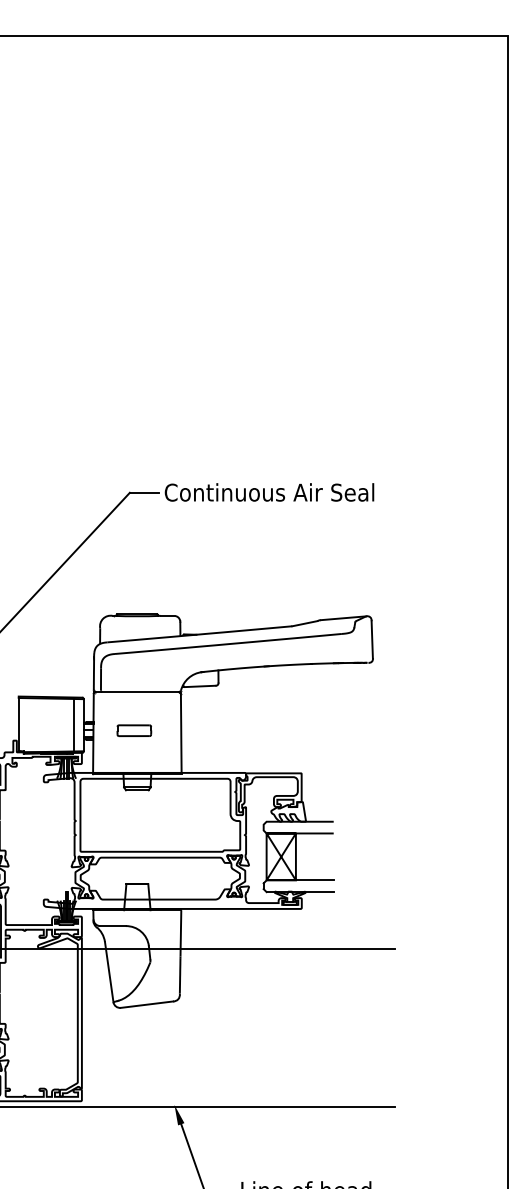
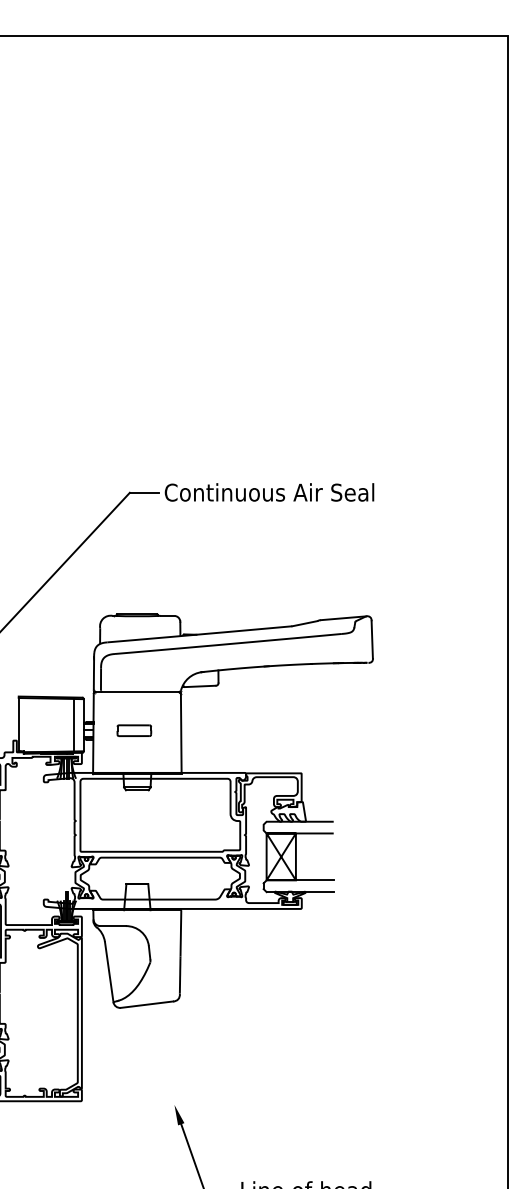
line at (198, 949): present -> none
line at (198, 1107): present -> none
